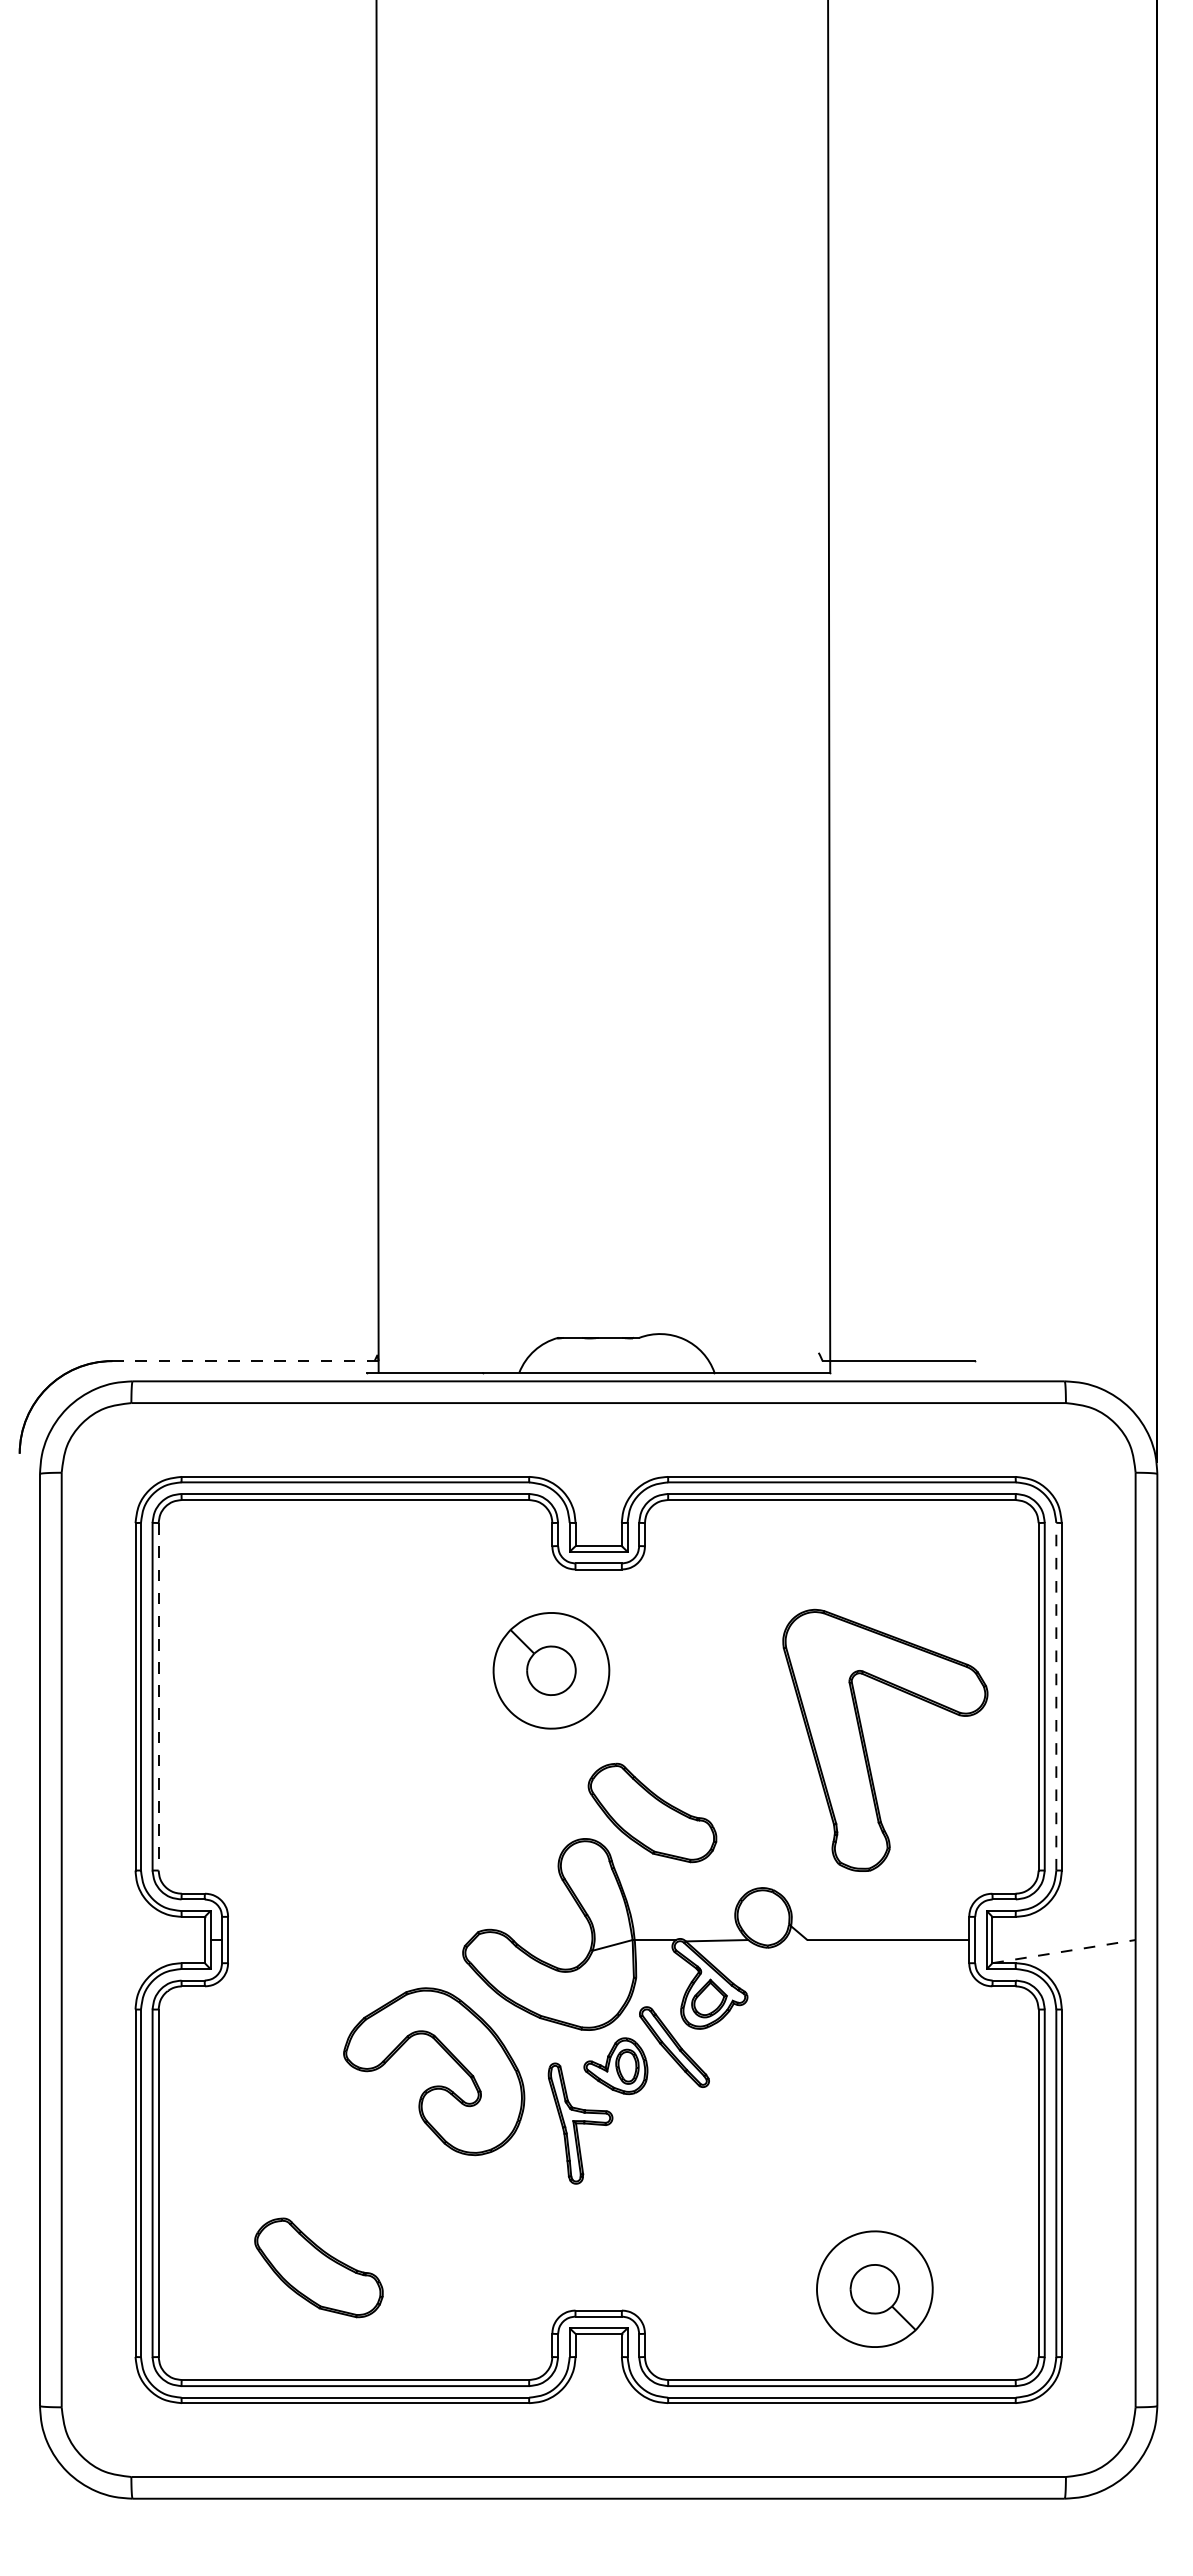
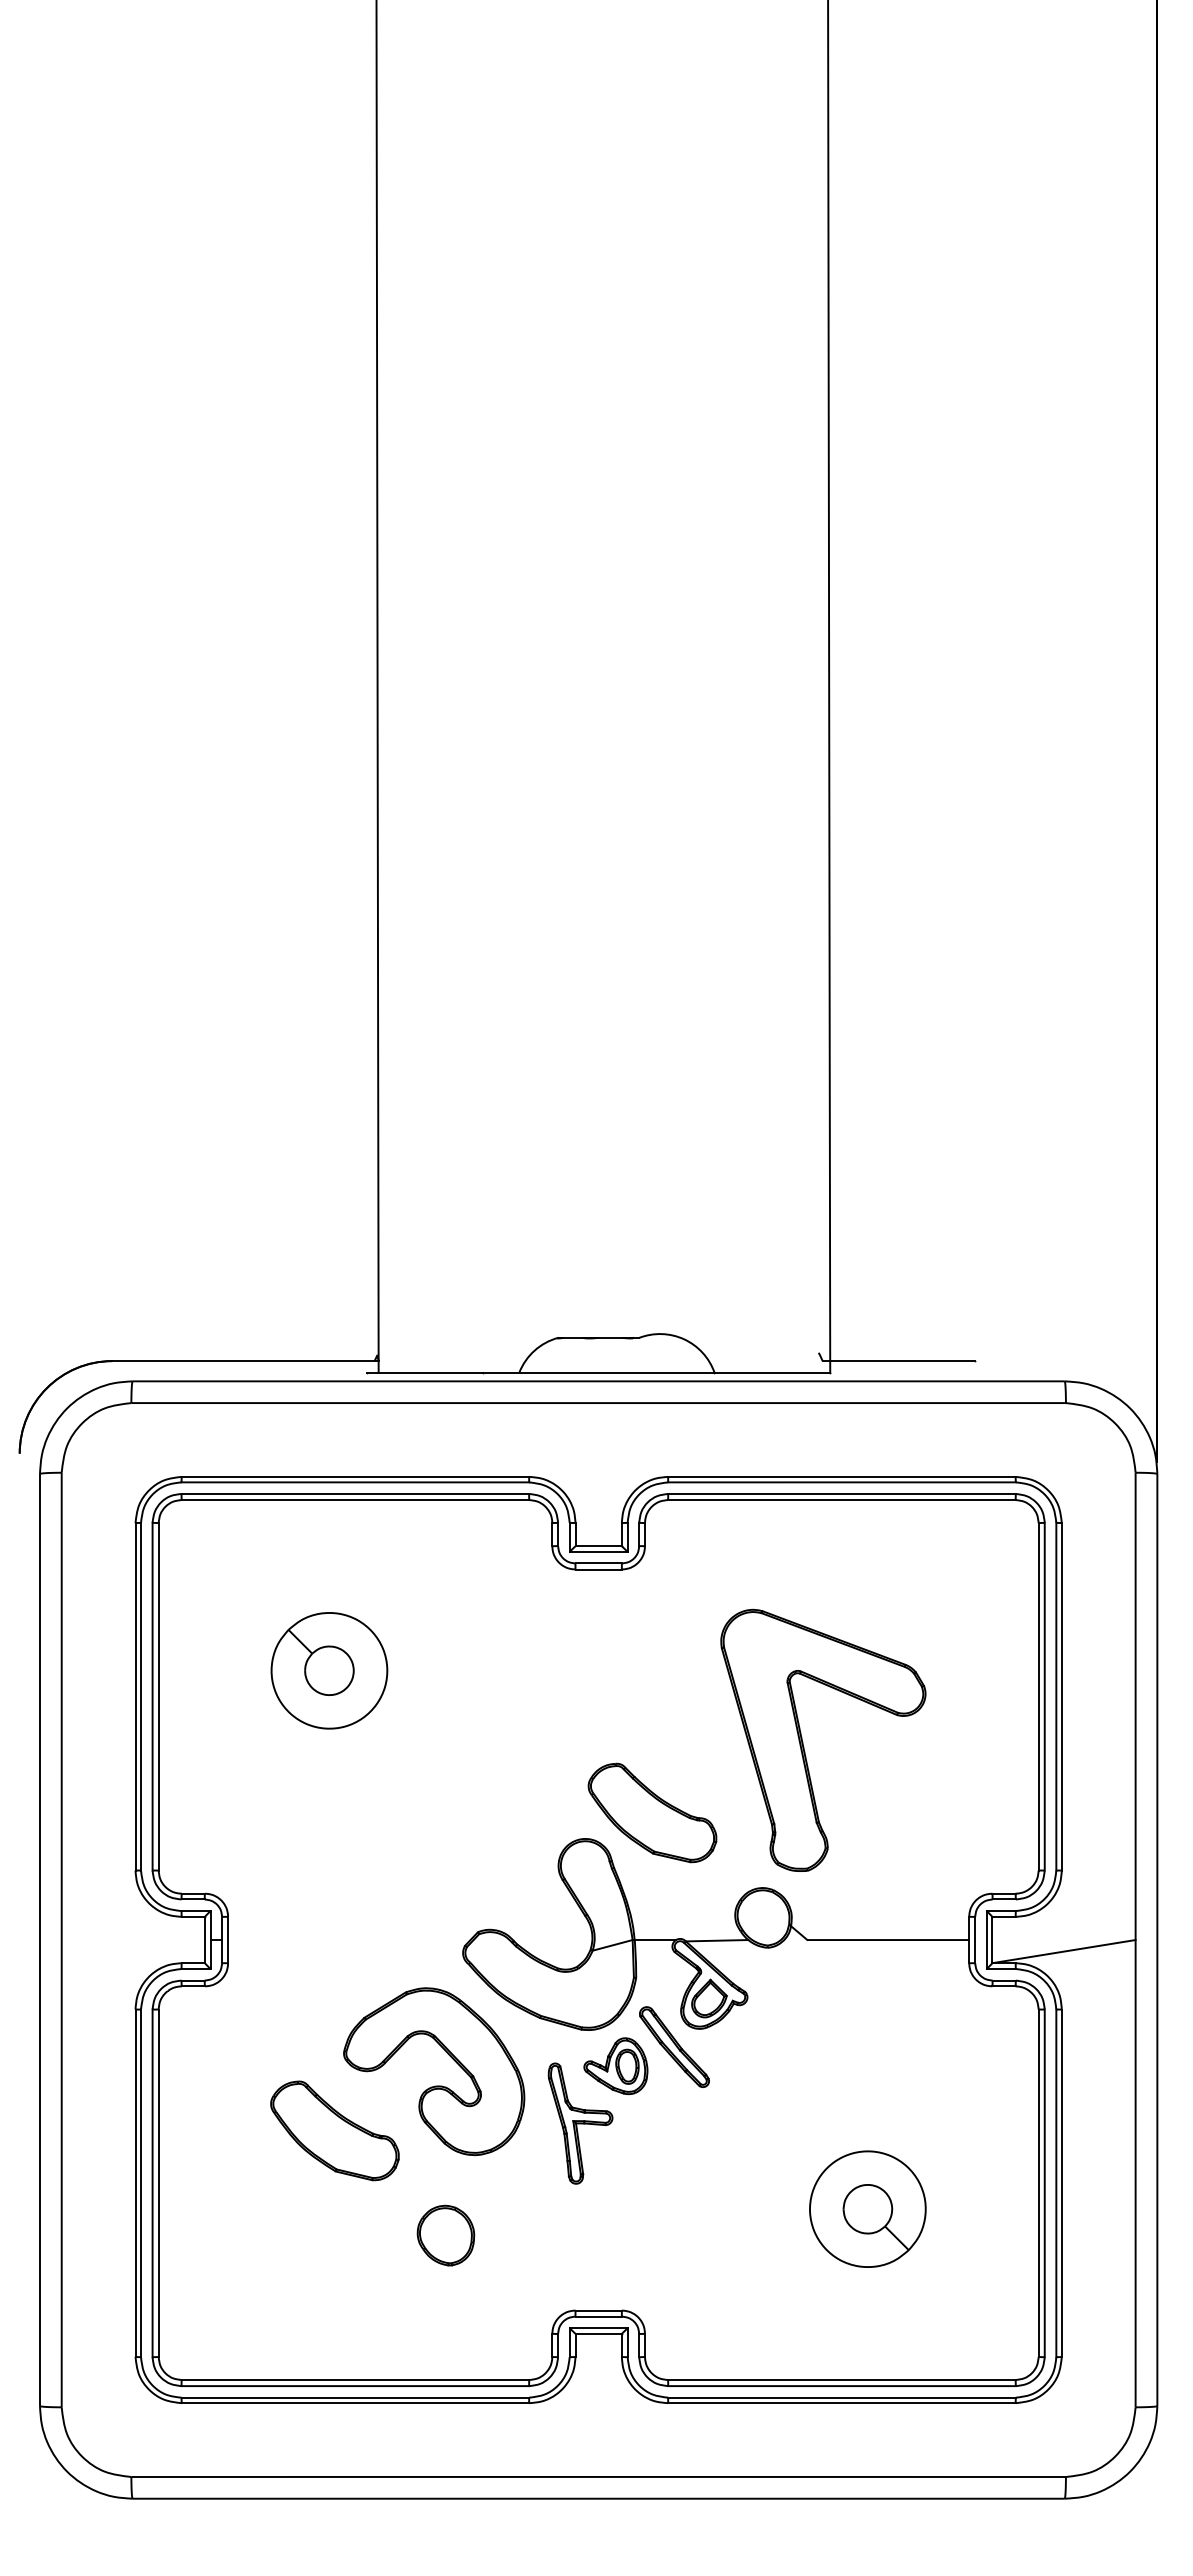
line at (245, 1361): dashed -> solid
part at (551, 1670) position: (551, 1670) -> (329, 1670)
line at (158, 1696): dashed -> solid
line at (1056, 1696): dashed -> solid
part at (865, 1742) position: (865, 1742) -> (803, 1742)
line at (1063, 1951): dashed -> solid
part at (445, 2235): none -> present
part at (318, 2267) position: (318, 2267) -> (334, 2130)
part at (874, 2288) position: (874, 2288) -> (867, 2208)
